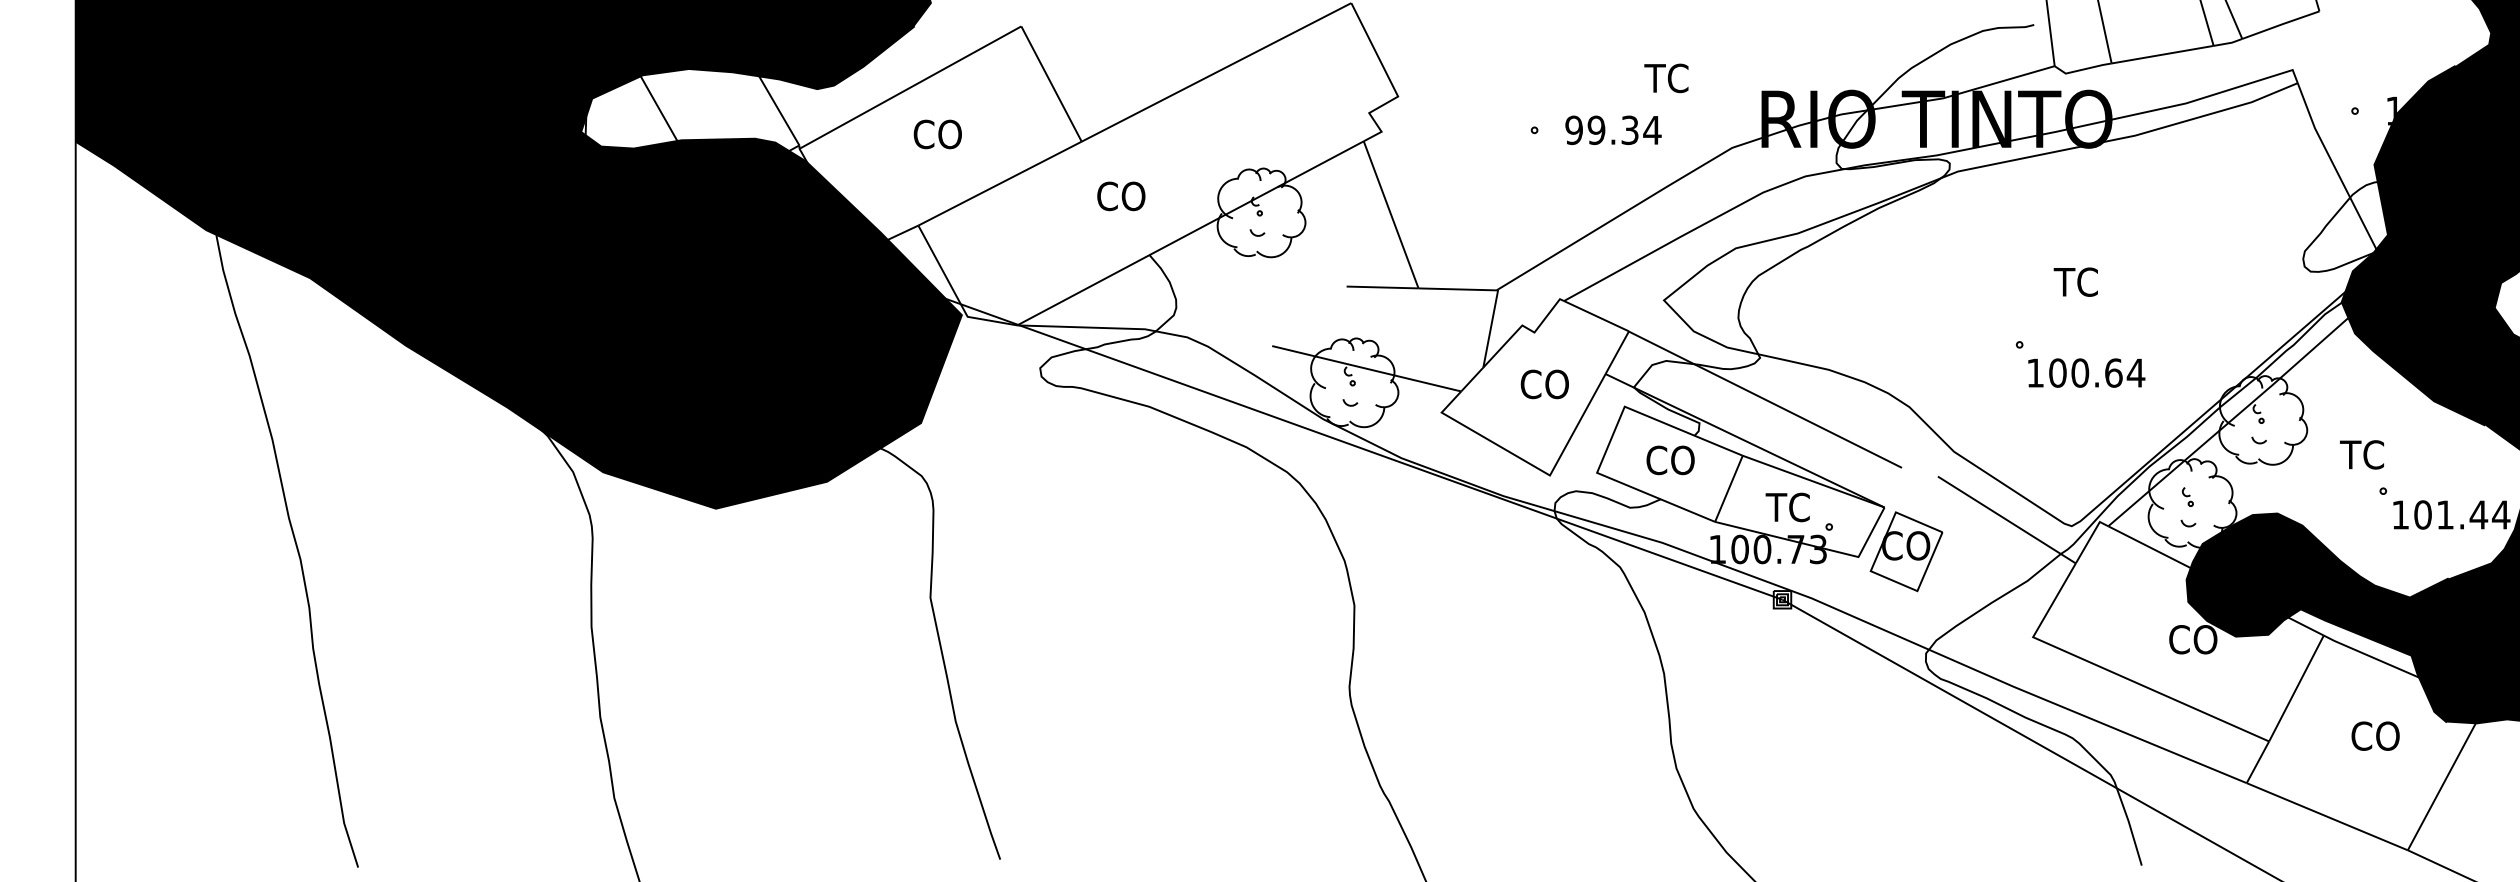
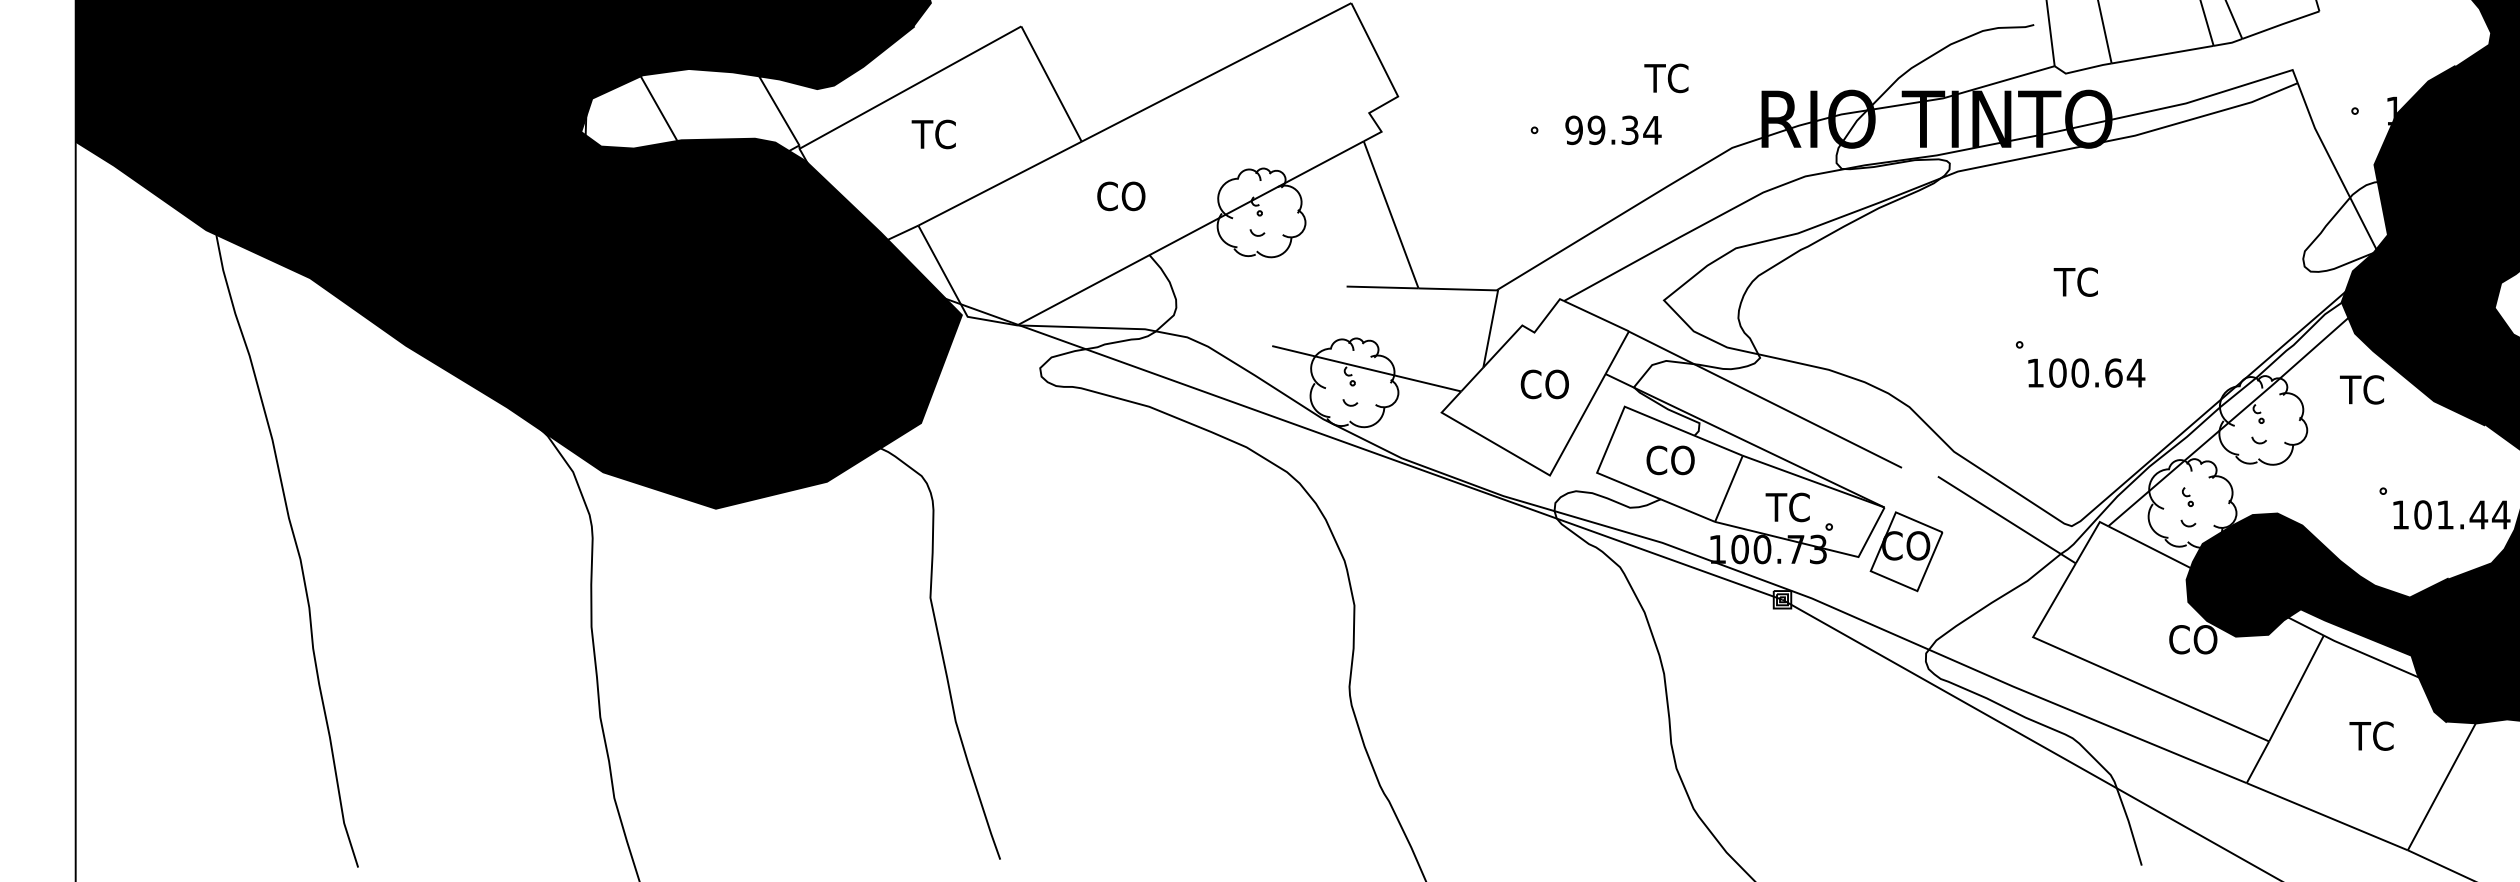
text at (936, 134): CO -> TC
text at (2361, 454) position: (2361, 454) -> (2361, 389)
text at (2374, 735): CO -> TC
